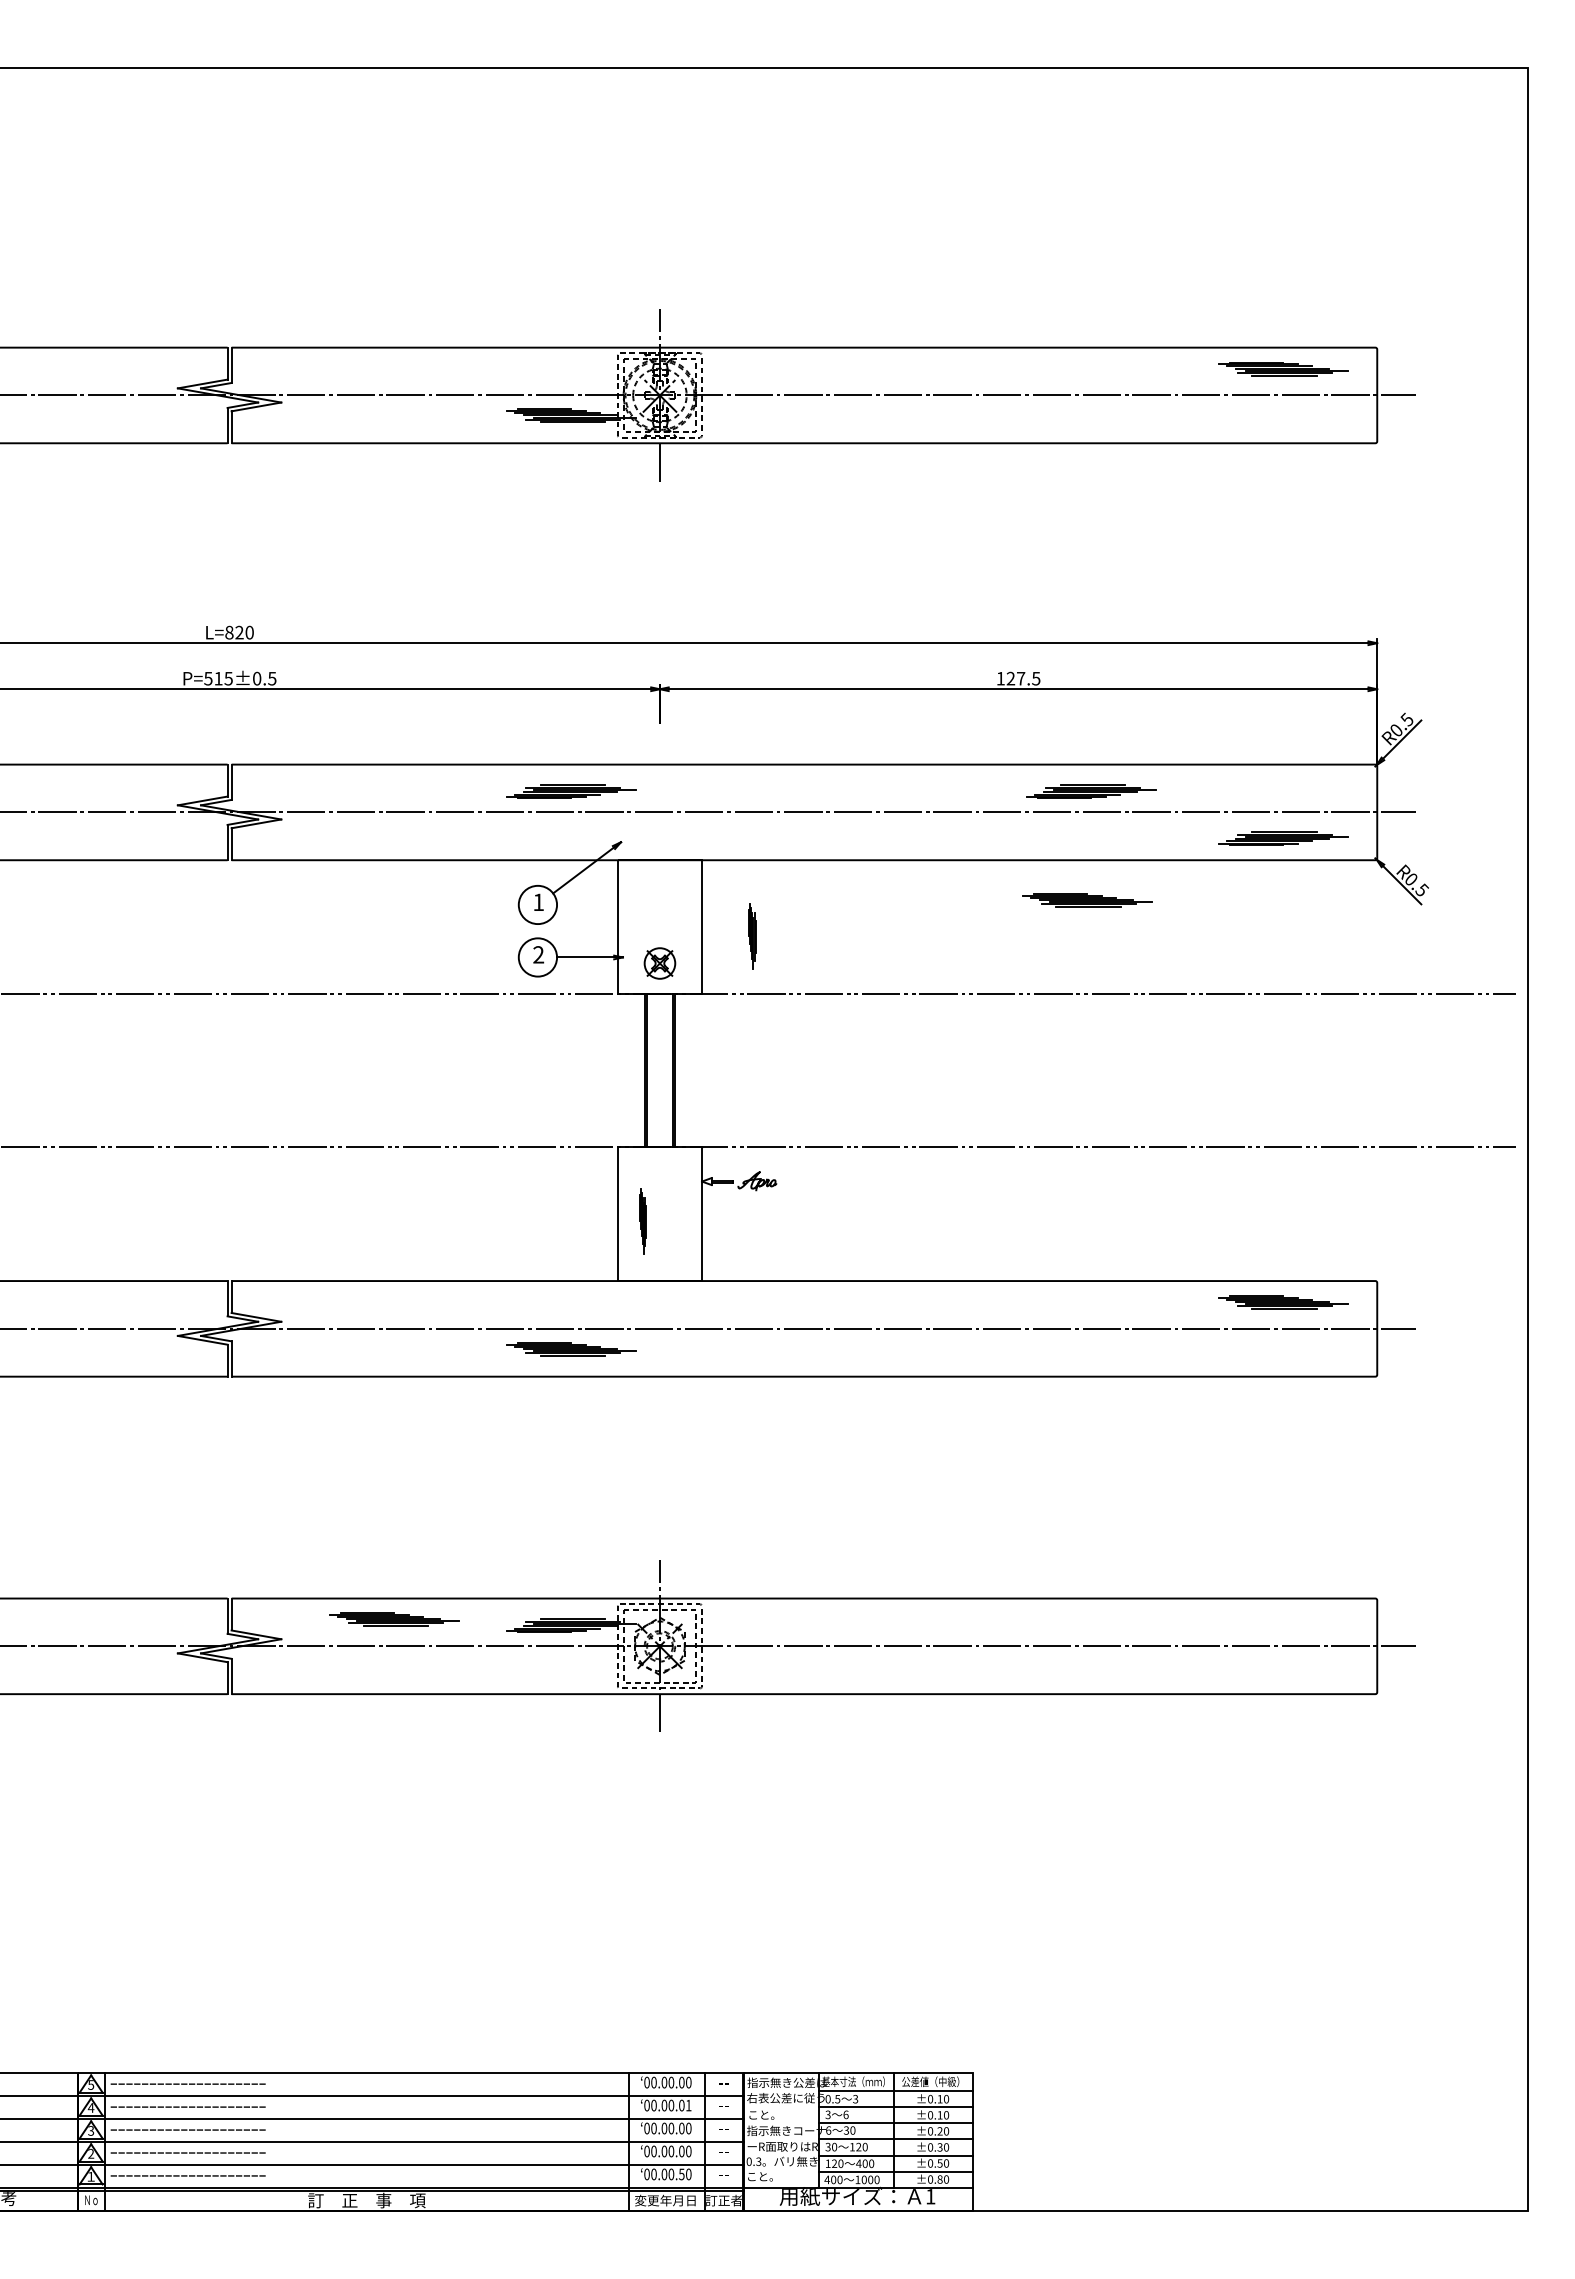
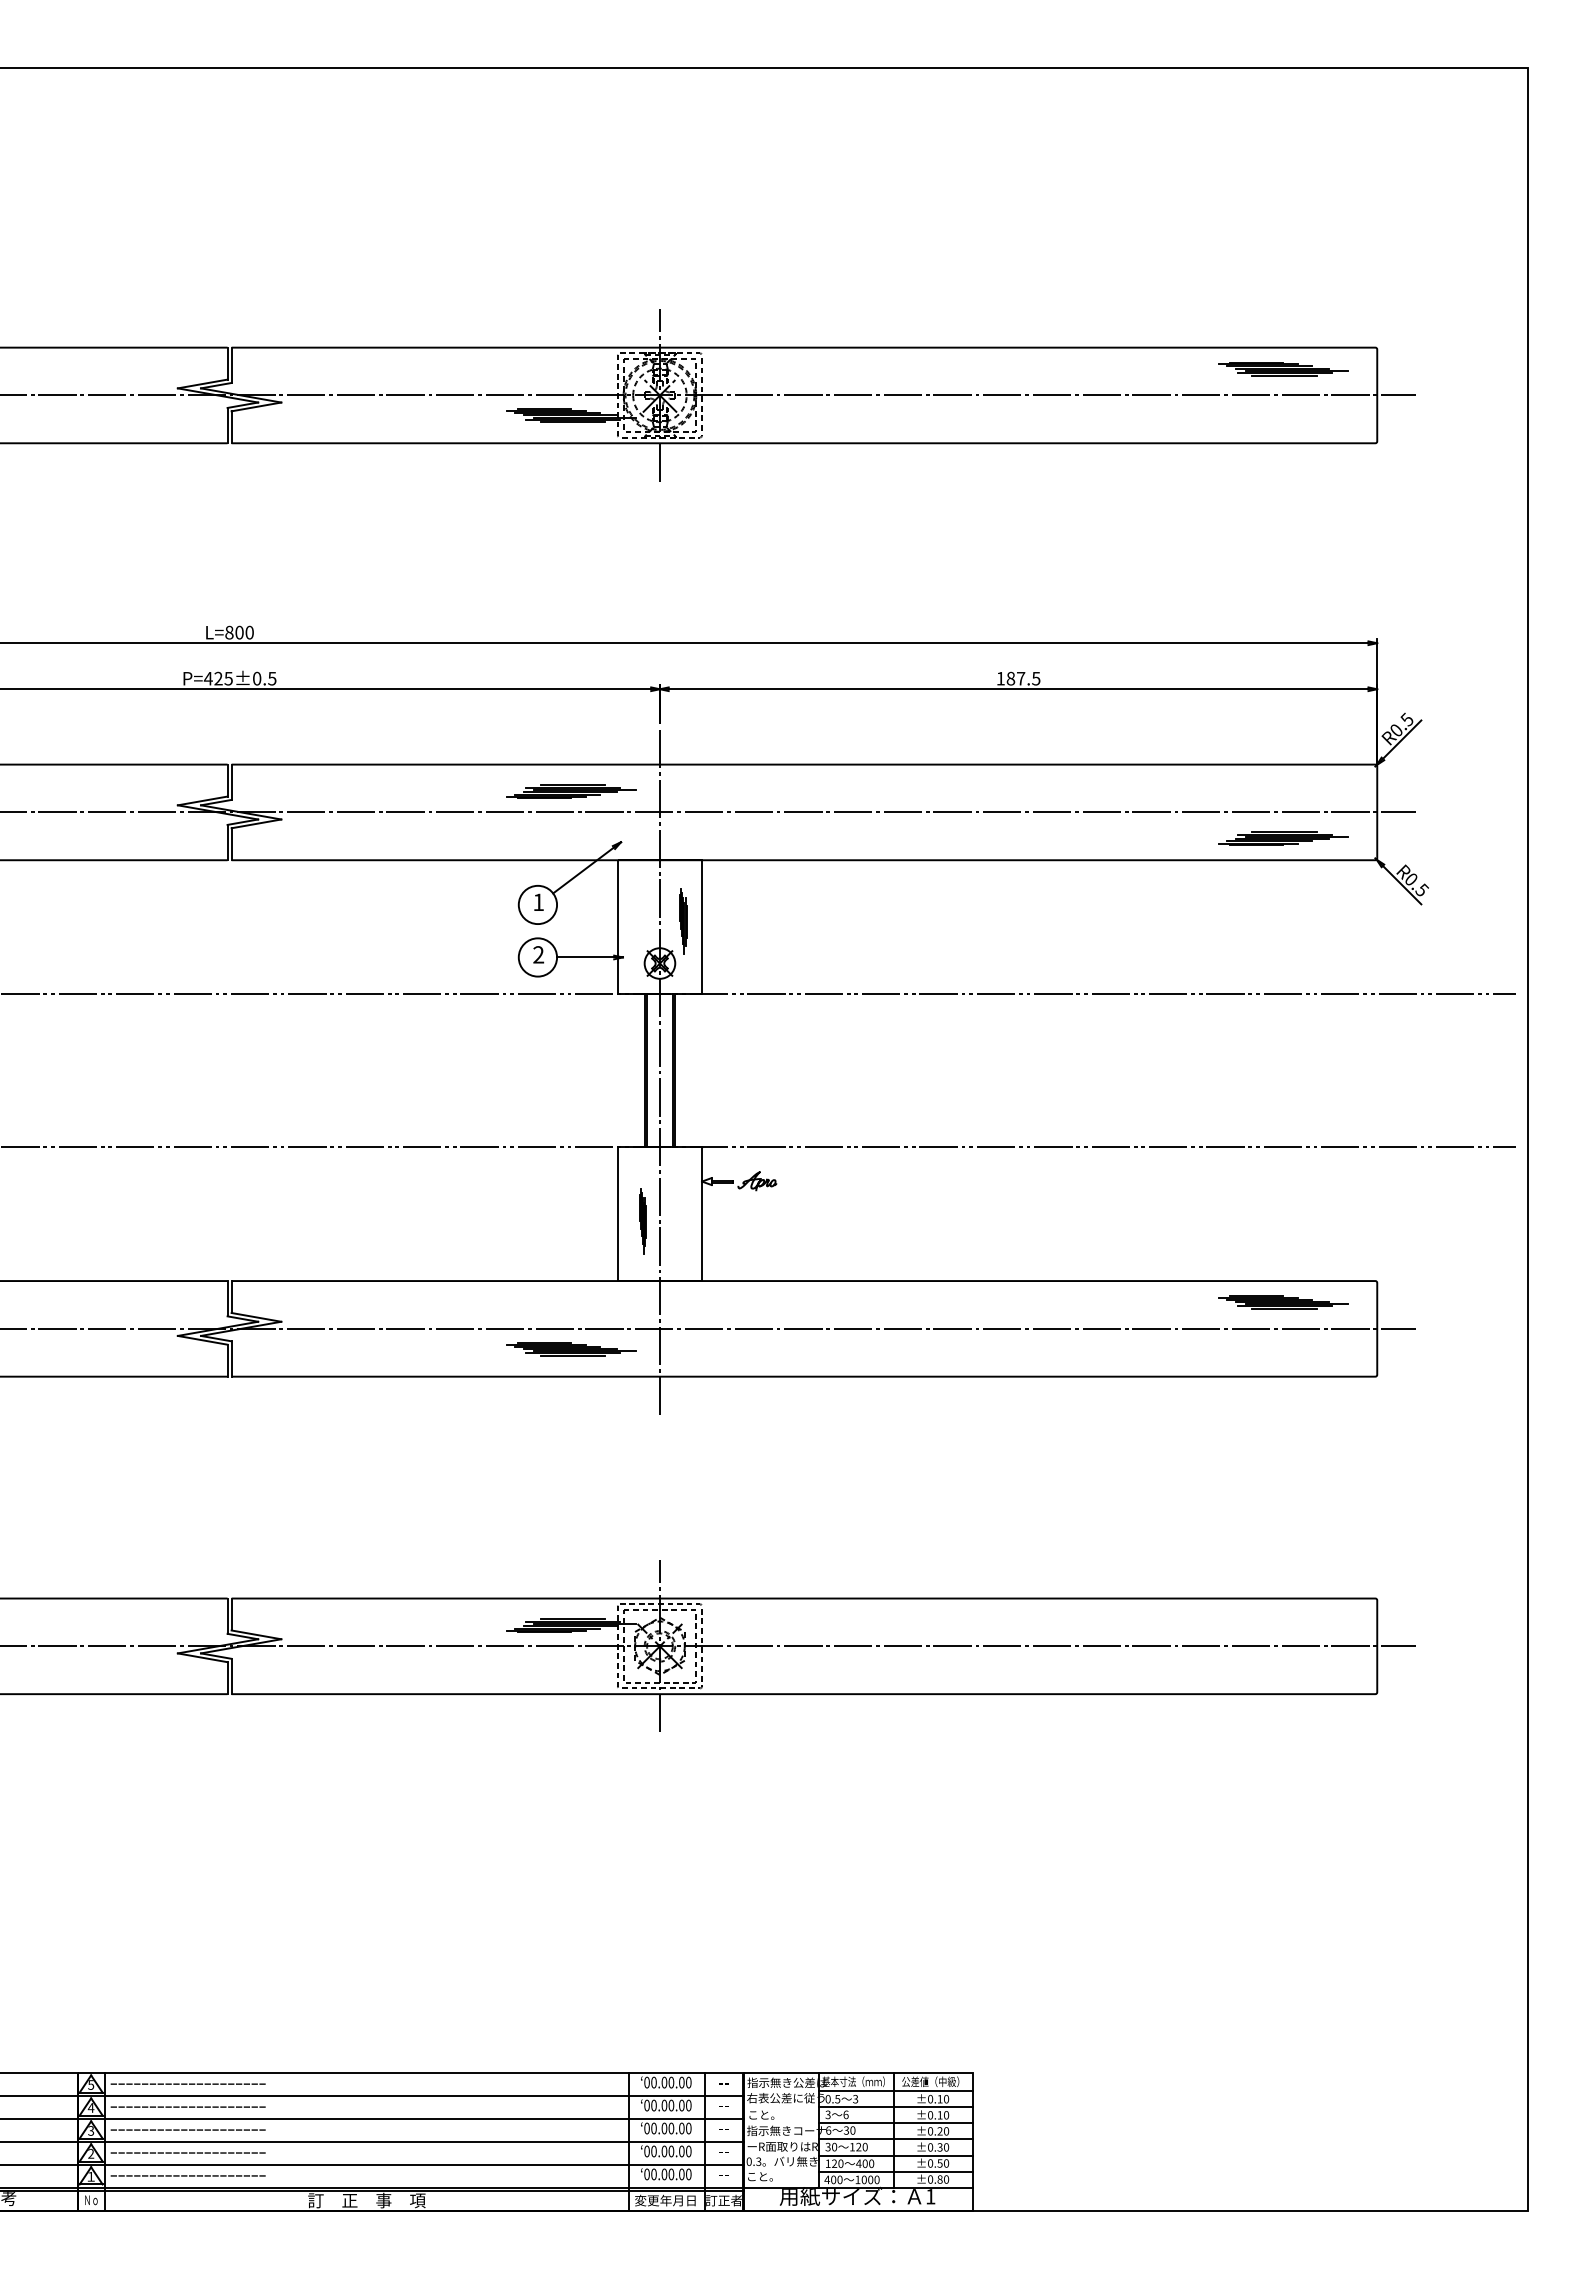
text at (239, 632): L=820 -> L=800
text at (212, 678): P=515±0.5 -> P=425±0.5
text at (1010, 678): 127.5 -> 187.5
part at (1091, 791): present -> none
part at (1087, 900): present -> none
part at (752, 936) position: (752, 936) -> (683, 921)
line at (659, 1070): none -> present
part at (394, 1619): present -> none
text at (688, 2105): 00.00.01 -> 00.00.00
text at (681, 2174): 00.00.50 -> 00.00.00
